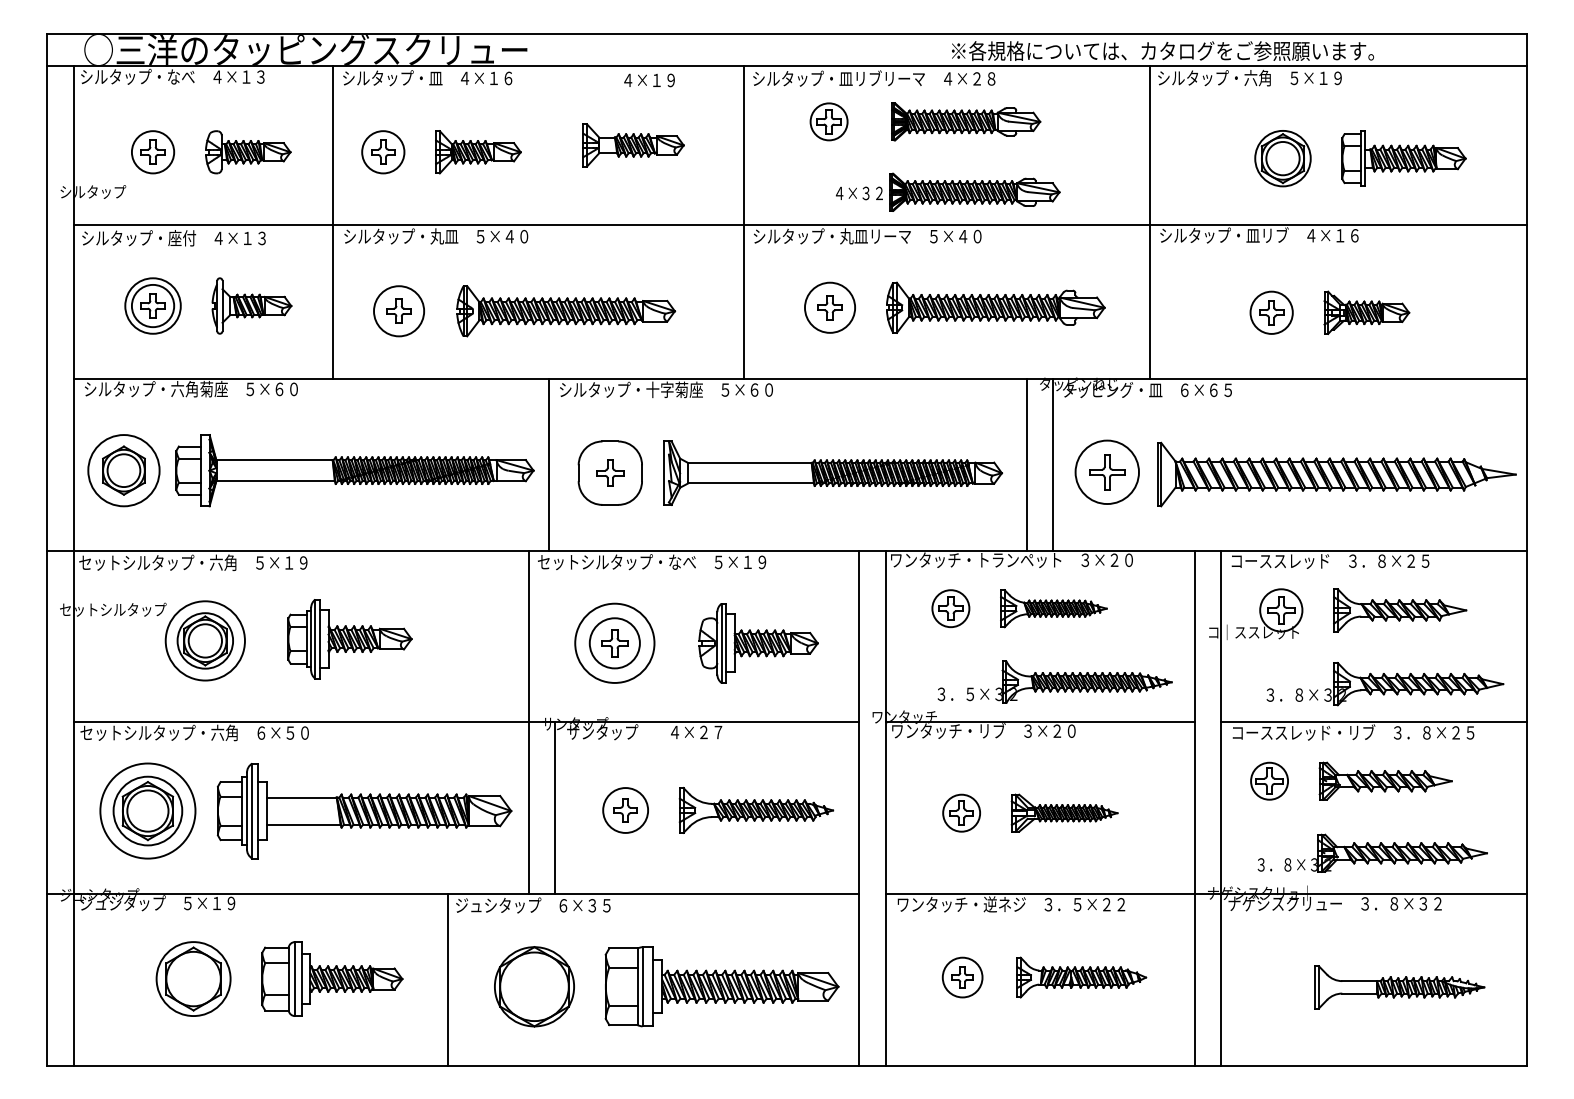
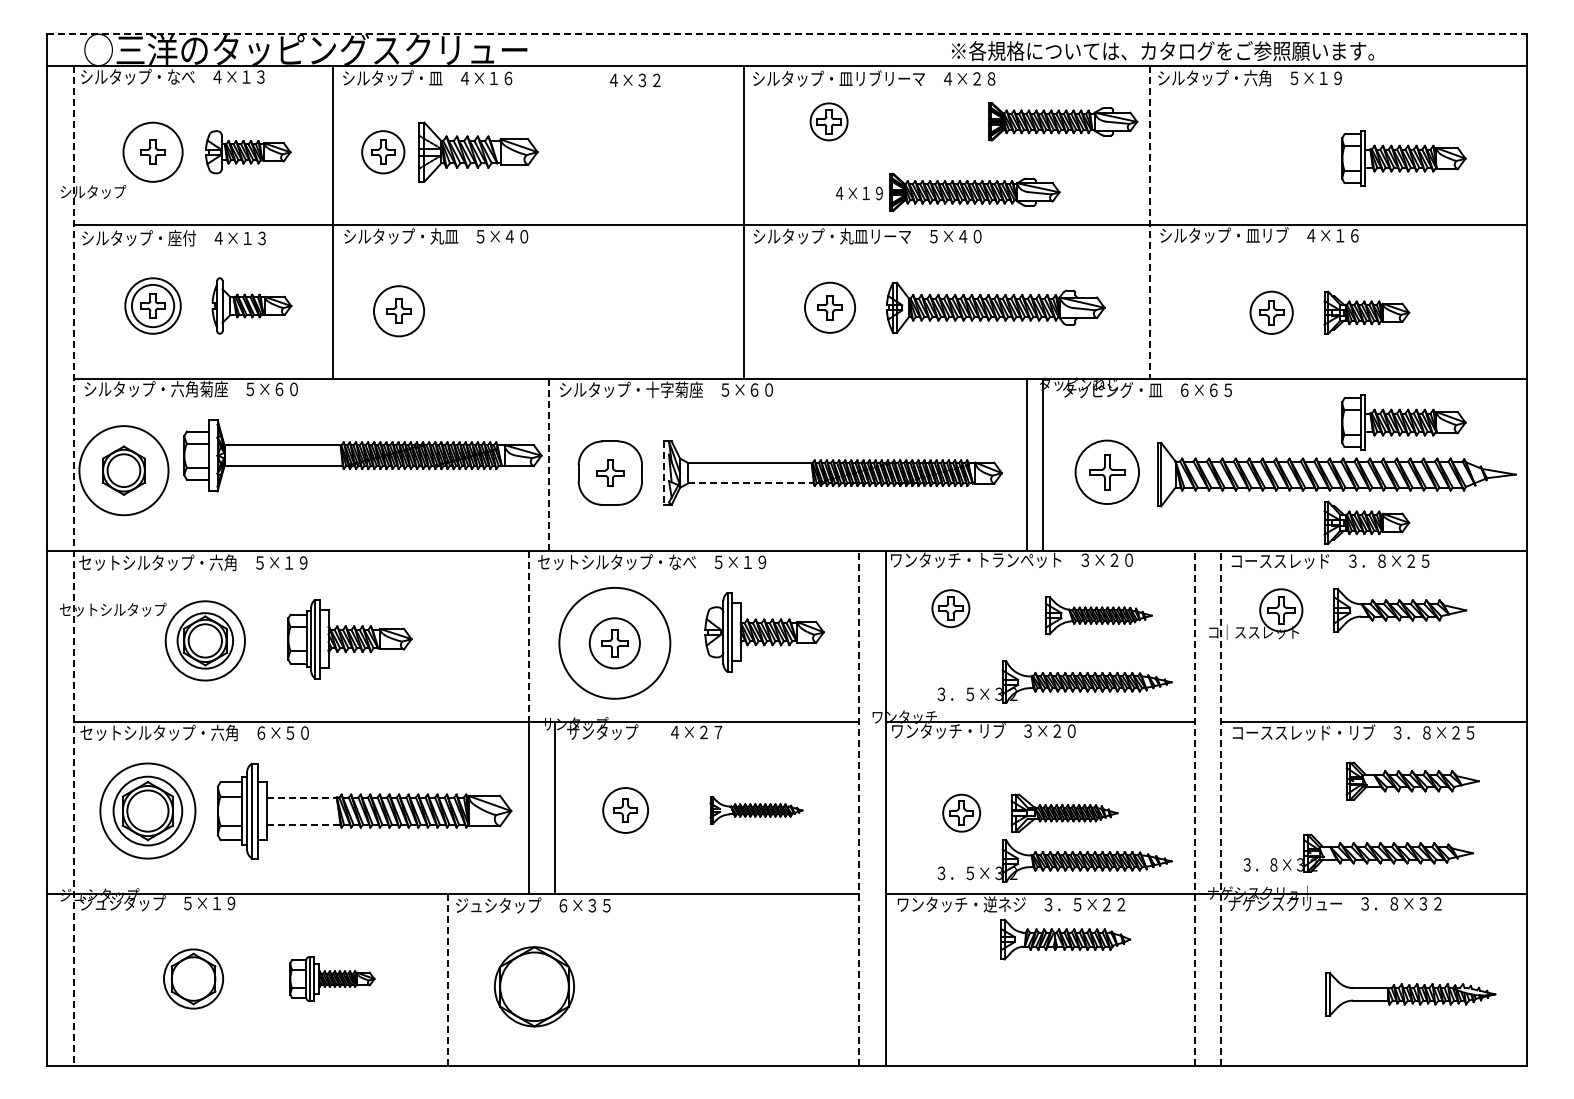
line at (787, 34): solid -> dashed
text at (641, 80): ４×１９ -> ４×３２
part at (966, 121) position: (966, 121) -> (1063, 121)
part at (633, 145): present -> none
circle at (152, 152) diameter: 42 px -> 59 px
part at (478, 152) size: 87x45 px -> 121x62 px
part at (1282, 158): present -> none
text at (872, 193): ４×３２ -> ４×１９
line at (1150, 223): solid -> dashed
part at (566, 311): present -> none
part at (1403, 422): none -> present
line at (548, 464): solid -> dashed
line at (1053, 464) position: (1053, 464) -> (1043, 464)
circle at (123, 470) diameter: 71 px -> 89 px
part at (354, 470) position: (354, 470) -> (362, 455)
line at (663, 473): solid -> dashed
line at (750, 483): solid -> dashed
part at (1366, 522): none -> present
line at (73, 565): solid -> dashed
part at (1053, 608) position: (1053, 608) -> (1098, 615)
line at (528, 636): solid -> dashed
circle at (614, 642) diameter: 79 px -> 111 px
part at (758, 643) position: (758, 643) -> (764, 632)
part at (1385, 684): present -> none
part at (1269, 780): present -> none
part at (1385, 780) position: (1385, 780) -> (1412, 780)
line at (303, 797): solid -> dashed
line at (859, 808): solid -> dashed
line at (1194, 808): solid -> dashed
line at (1221, 808): solid -> dashed
part at (756, 810) size: 157x47 px -> 95x29 px
line at (303, 824): solid -> dashed
part at (1372, 852) position: (1372, 852) -> (1358, 852)
part at (1054, 860): none -> present
part at (962, 977): present -> none
part at (1081, 977) position: (1081, 977) -> (1065, 939)
part at (193, 978) size: 77x76 px -> 61x62 px
part at (332, 978) size: 143x76 px -> 87x47 px
line at (447, 980): solid -> dashed
part at (721, 986): present -> none
part at (1399, 987) position: (1399, 987) -> (1410, 994)
